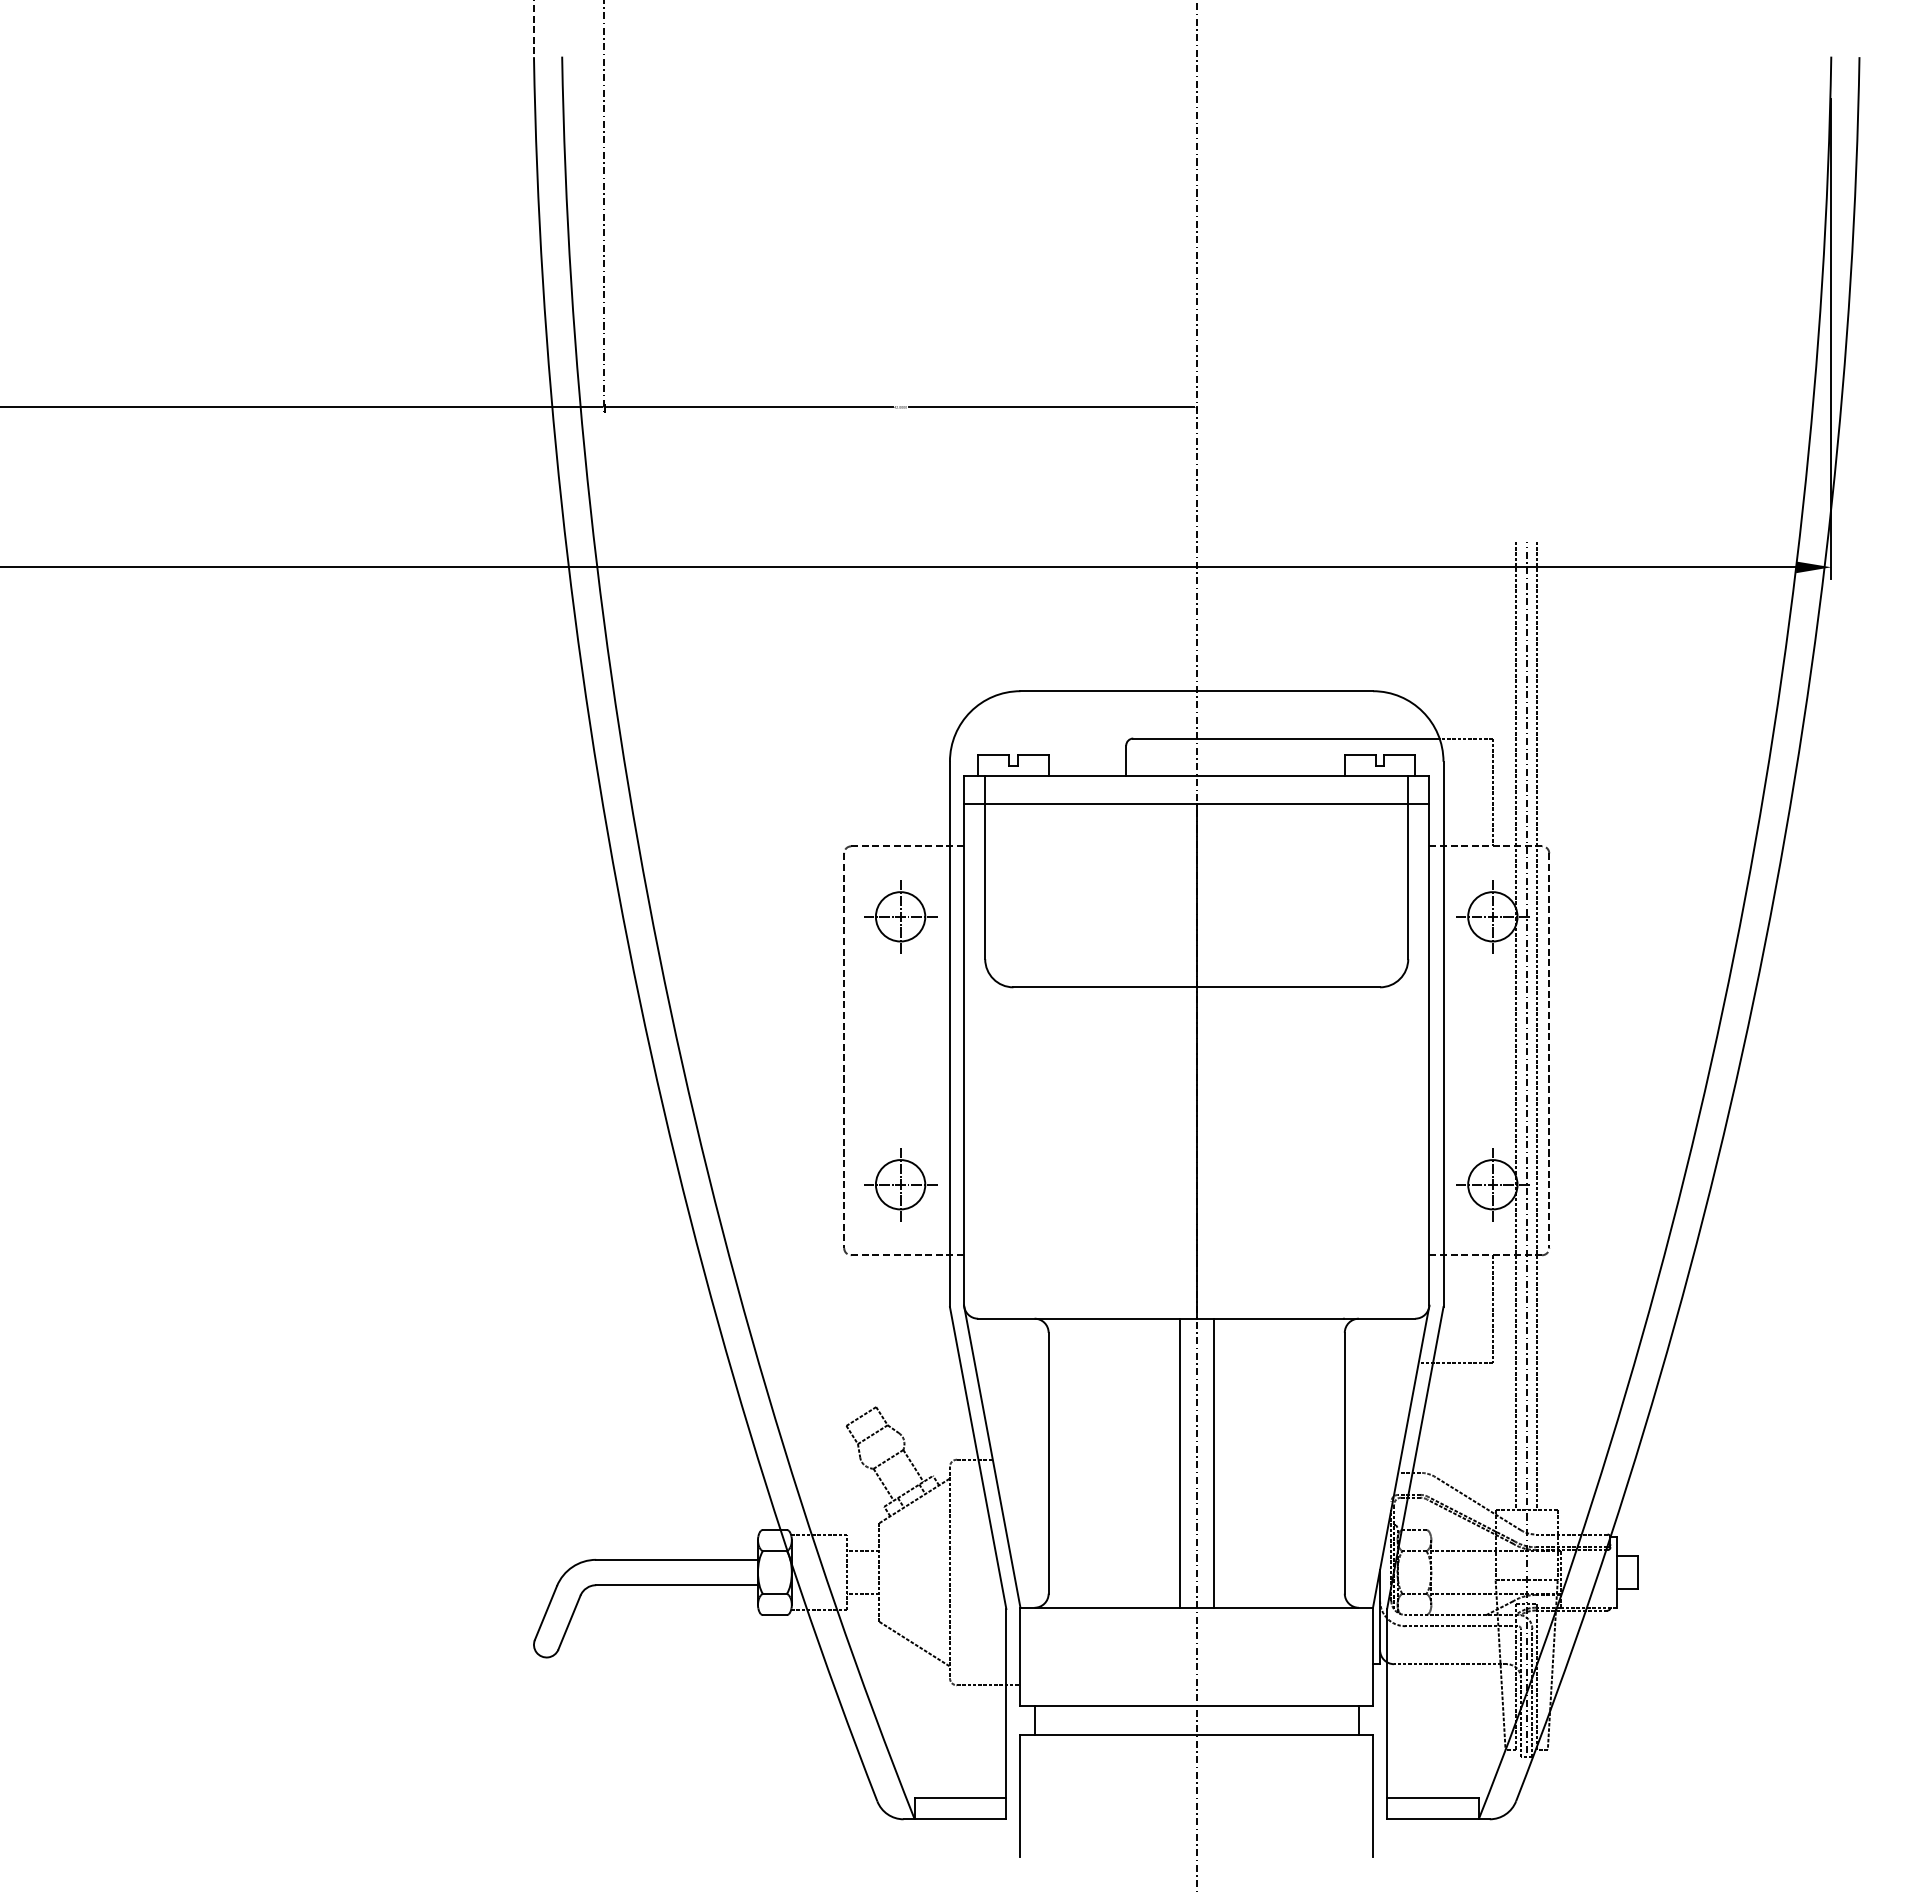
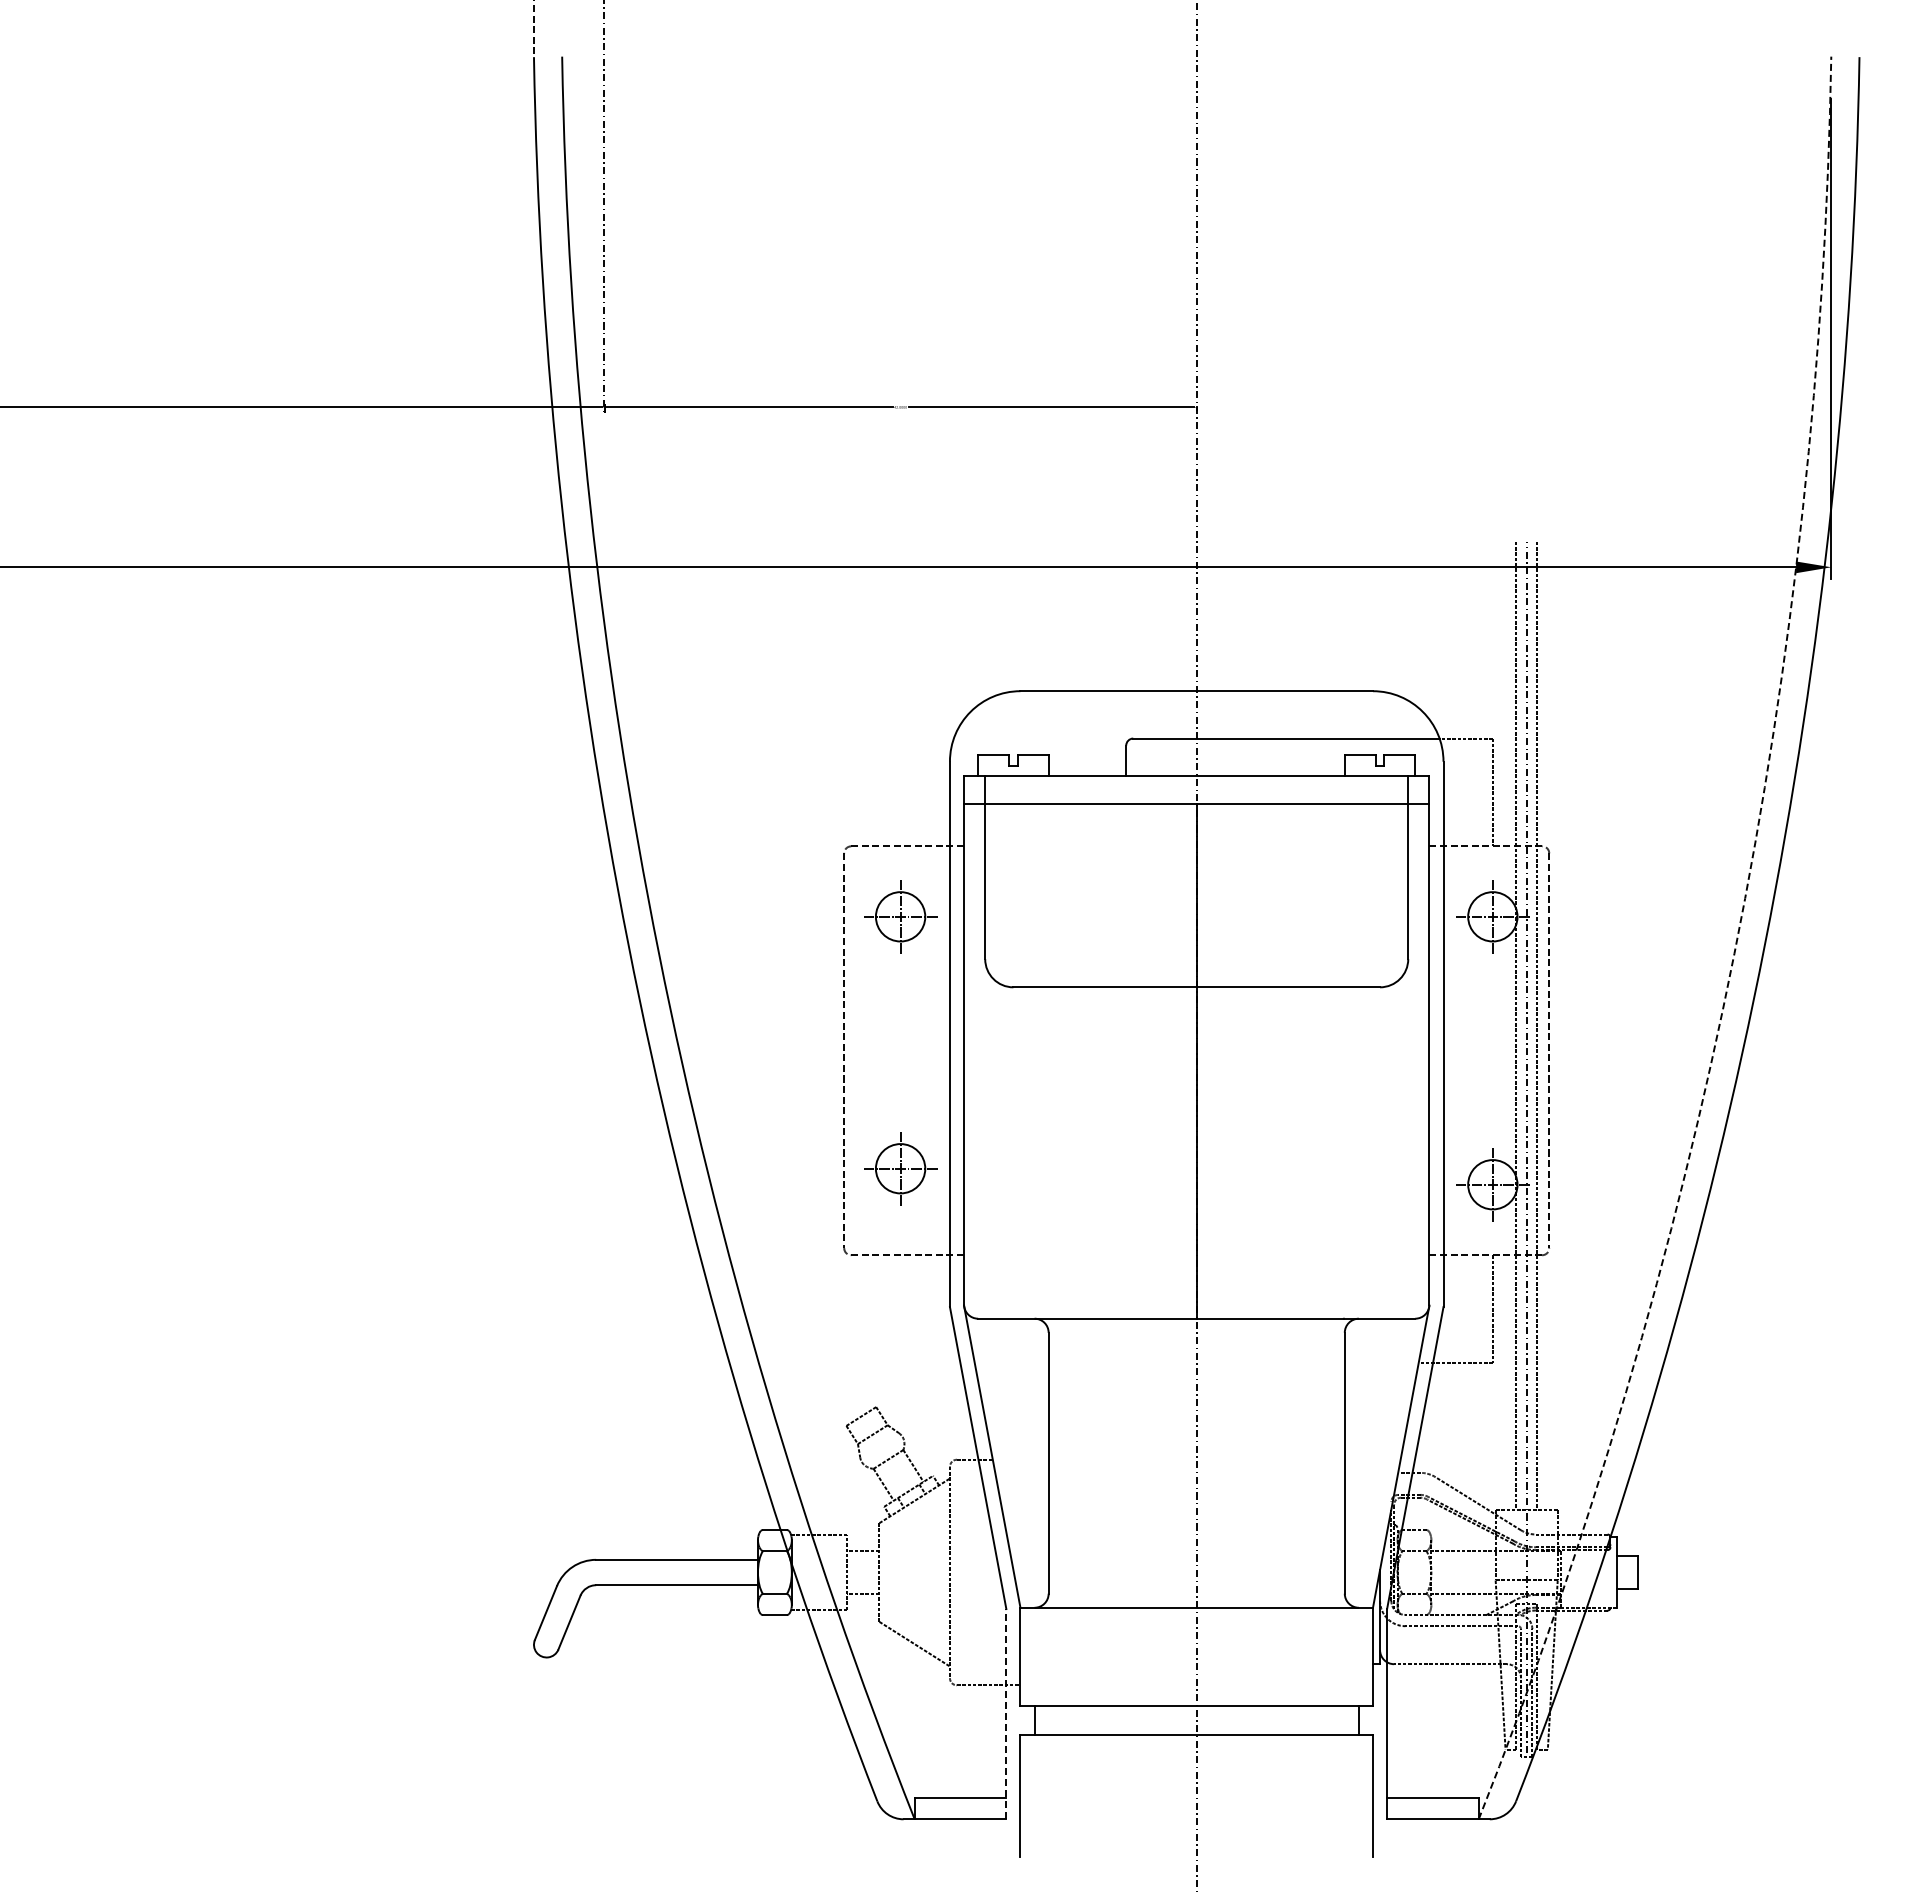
arc at (1734, 953): solid -> dashed
part at (900, 1184) position: (900, 1184) -> (900, 1168)
line at (1179, 1462): present -> none
line at (1213, 1462): present -> none
line at (1006, 1713): solid -> dashed
